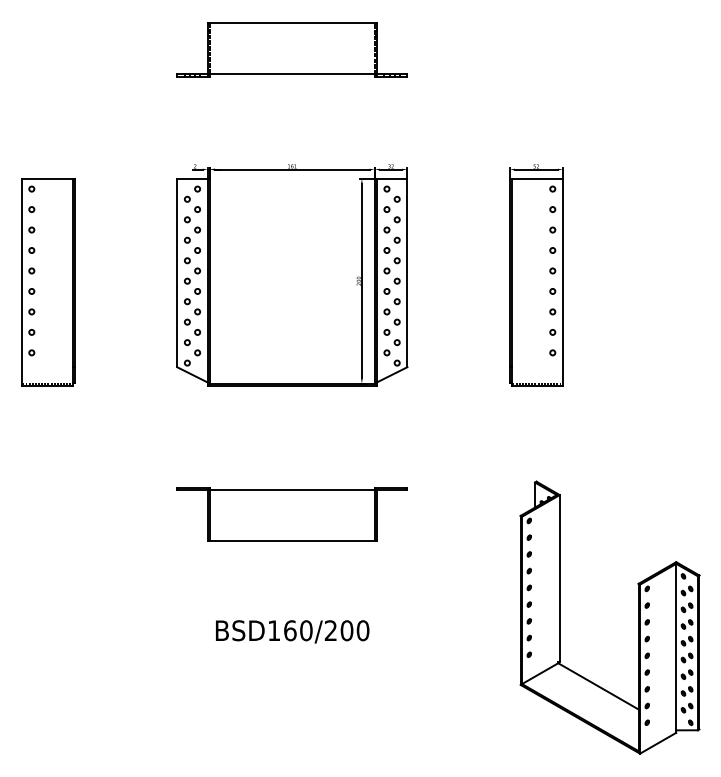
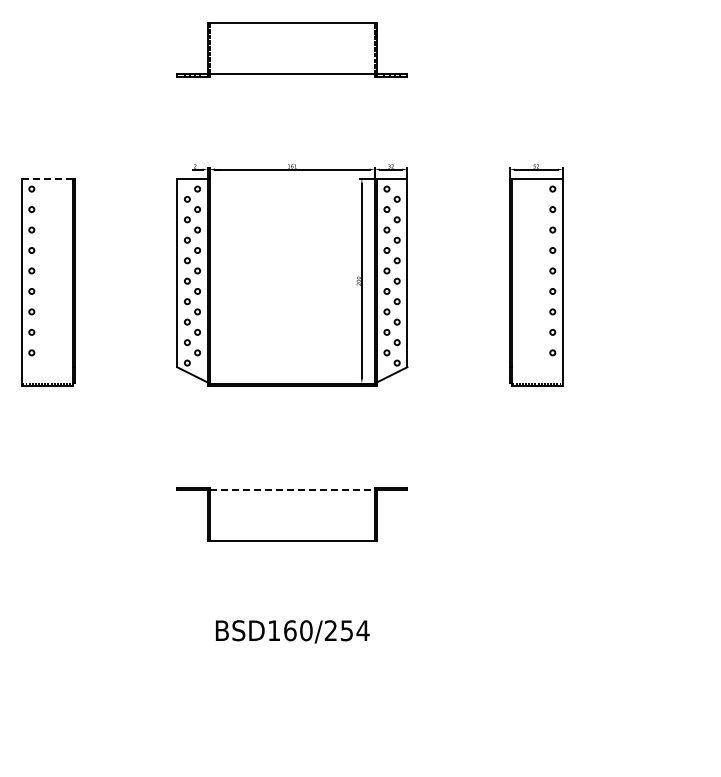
line at (47, 178): solid -> dashed
line at (292, 490): solid -> dashed
part at (638, 617): present -> none
text at (354, 630): BSD160/200 -> BSD160/254
